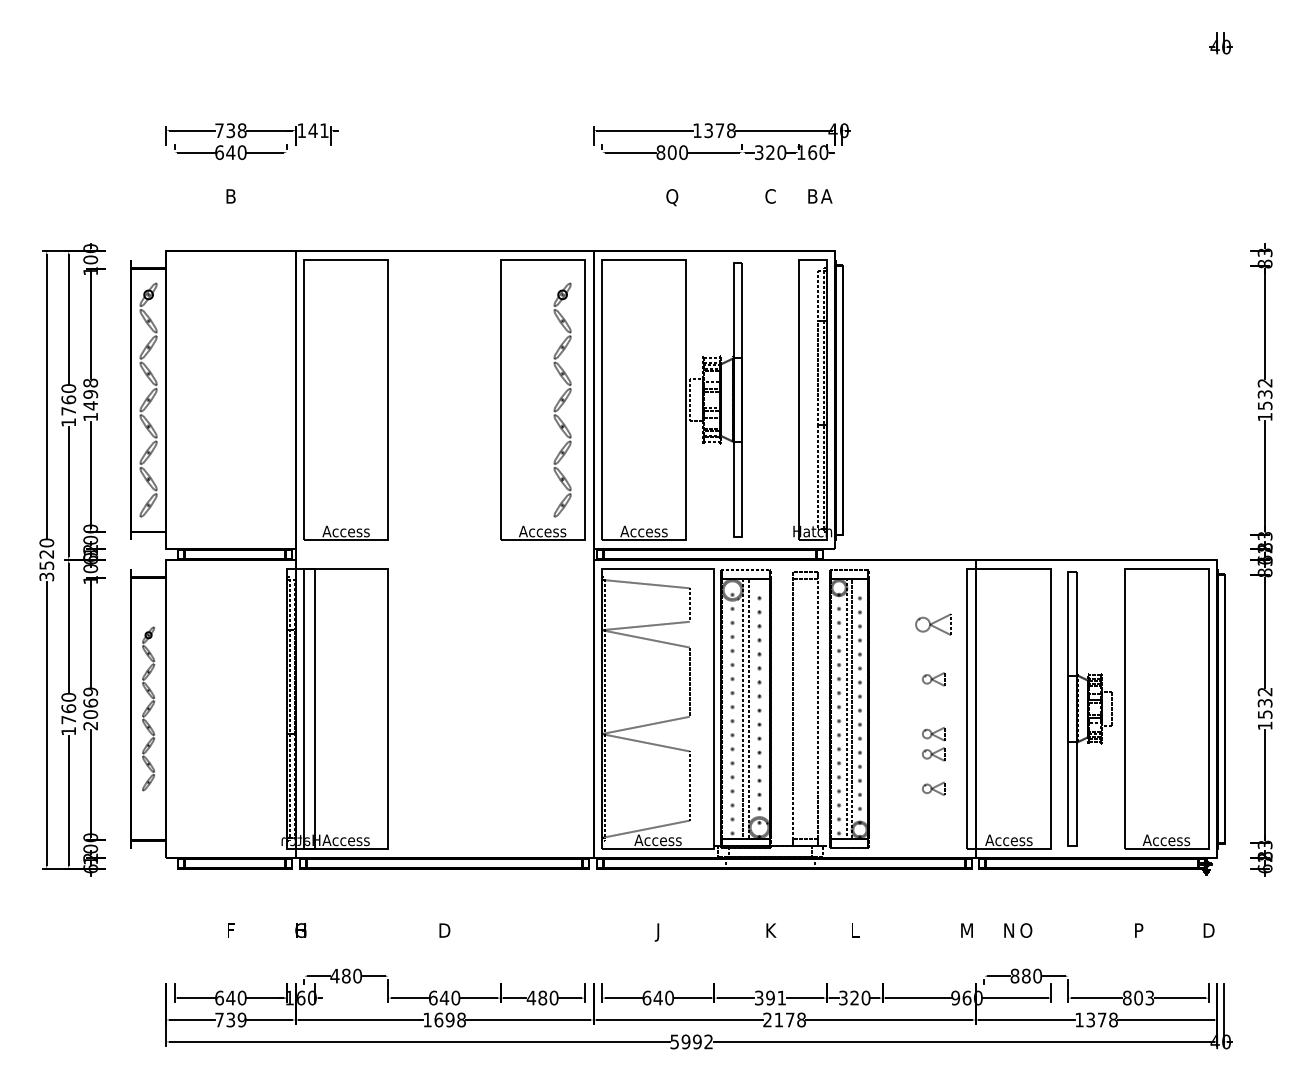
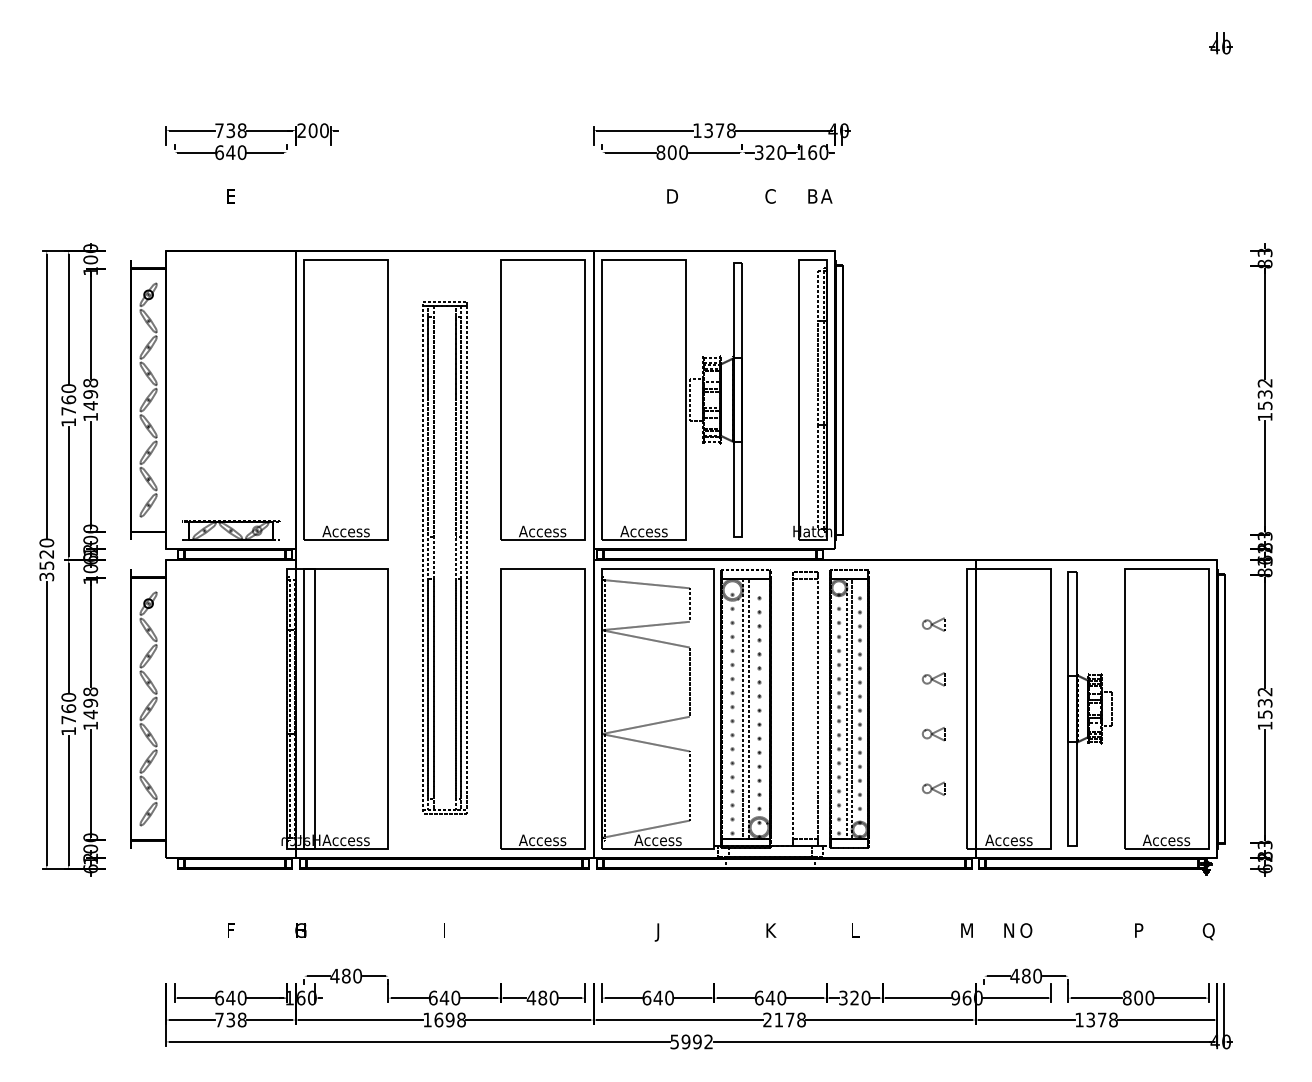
text at (312, 130): 141 -> 200
text at (230, 196): B -> E
text at (672, 197): Q -> D
part at (562, 399): present -> none
part at (231, 530): none -> present
part at (434, 557): none -> present
part at (933, 624) size: 37x23 px -> 24x15 px
text at (90, 708): 2069 -> 1498
part at (148, 708) size: 14x166 px -> 19x236 px
part at (542, 708): none -> present
part at (933, 754): present -> none
text at (444, 930): D -> I
text at (1208, 931): D -> Q
text at (1014, 975): 880 -> 480
text at (770, 997): 391 -> 640
text at (1149, 997): 803 -> 800
text at (241, 1019): 739 -> 738
